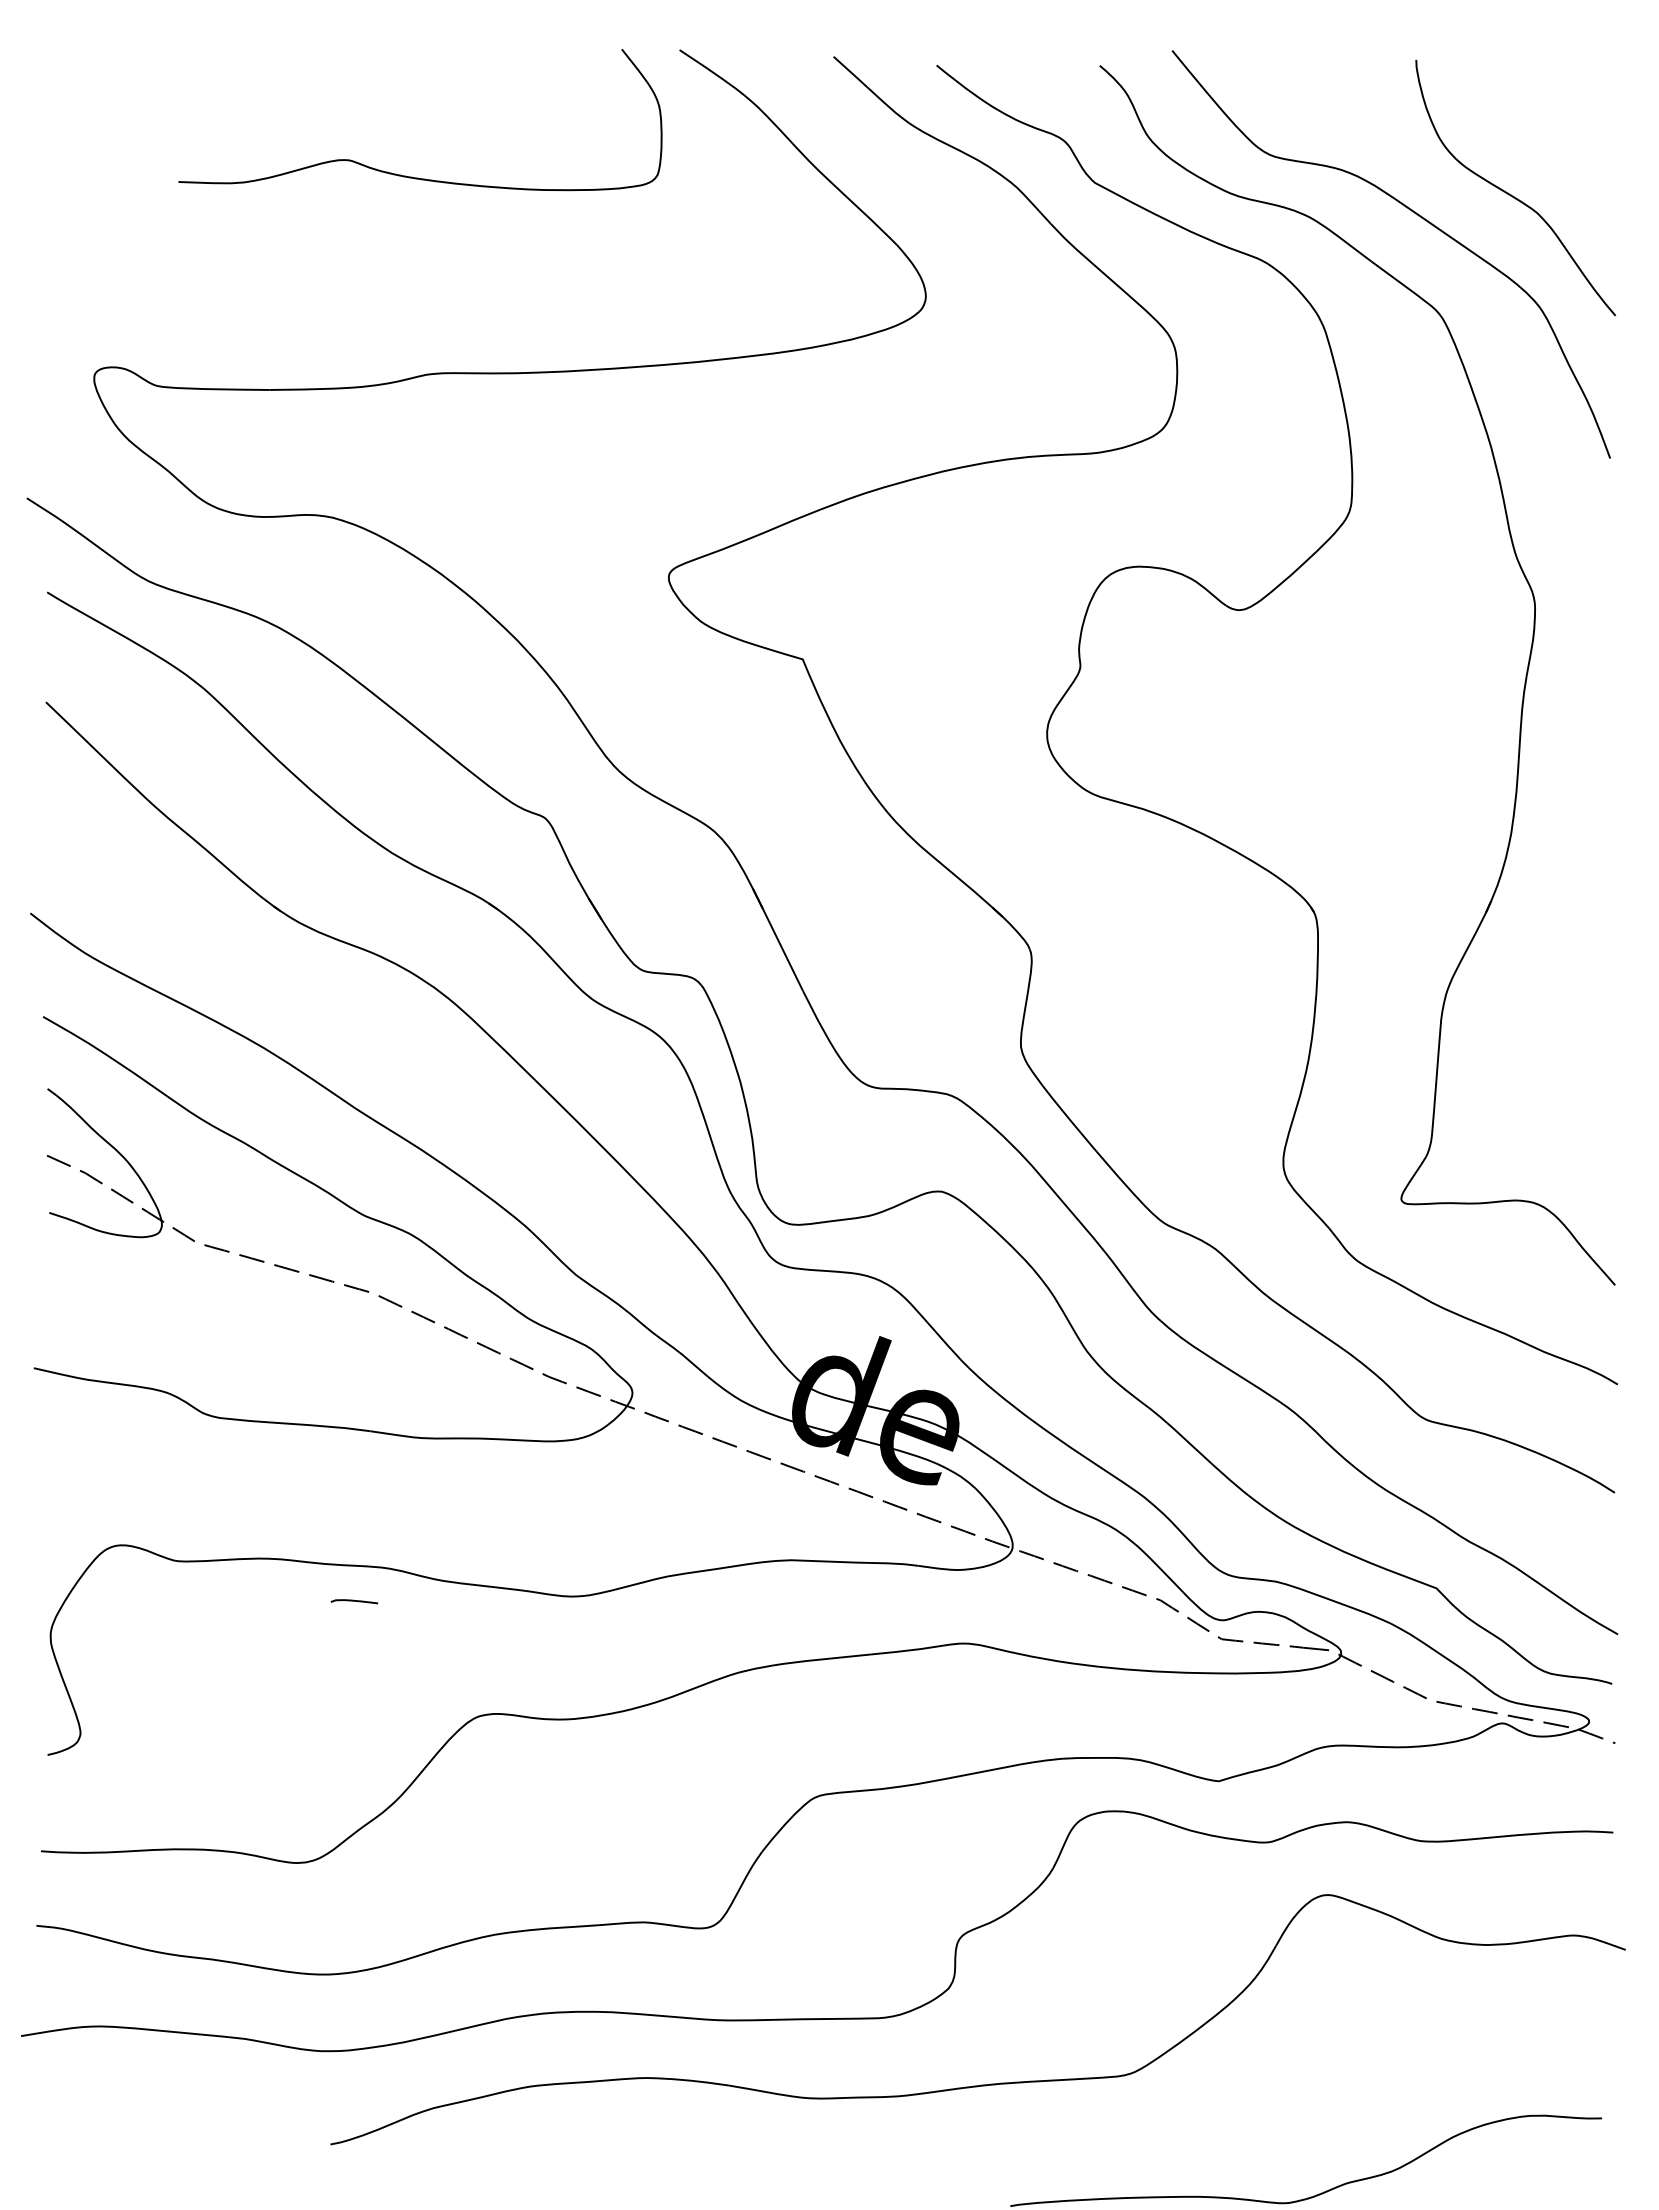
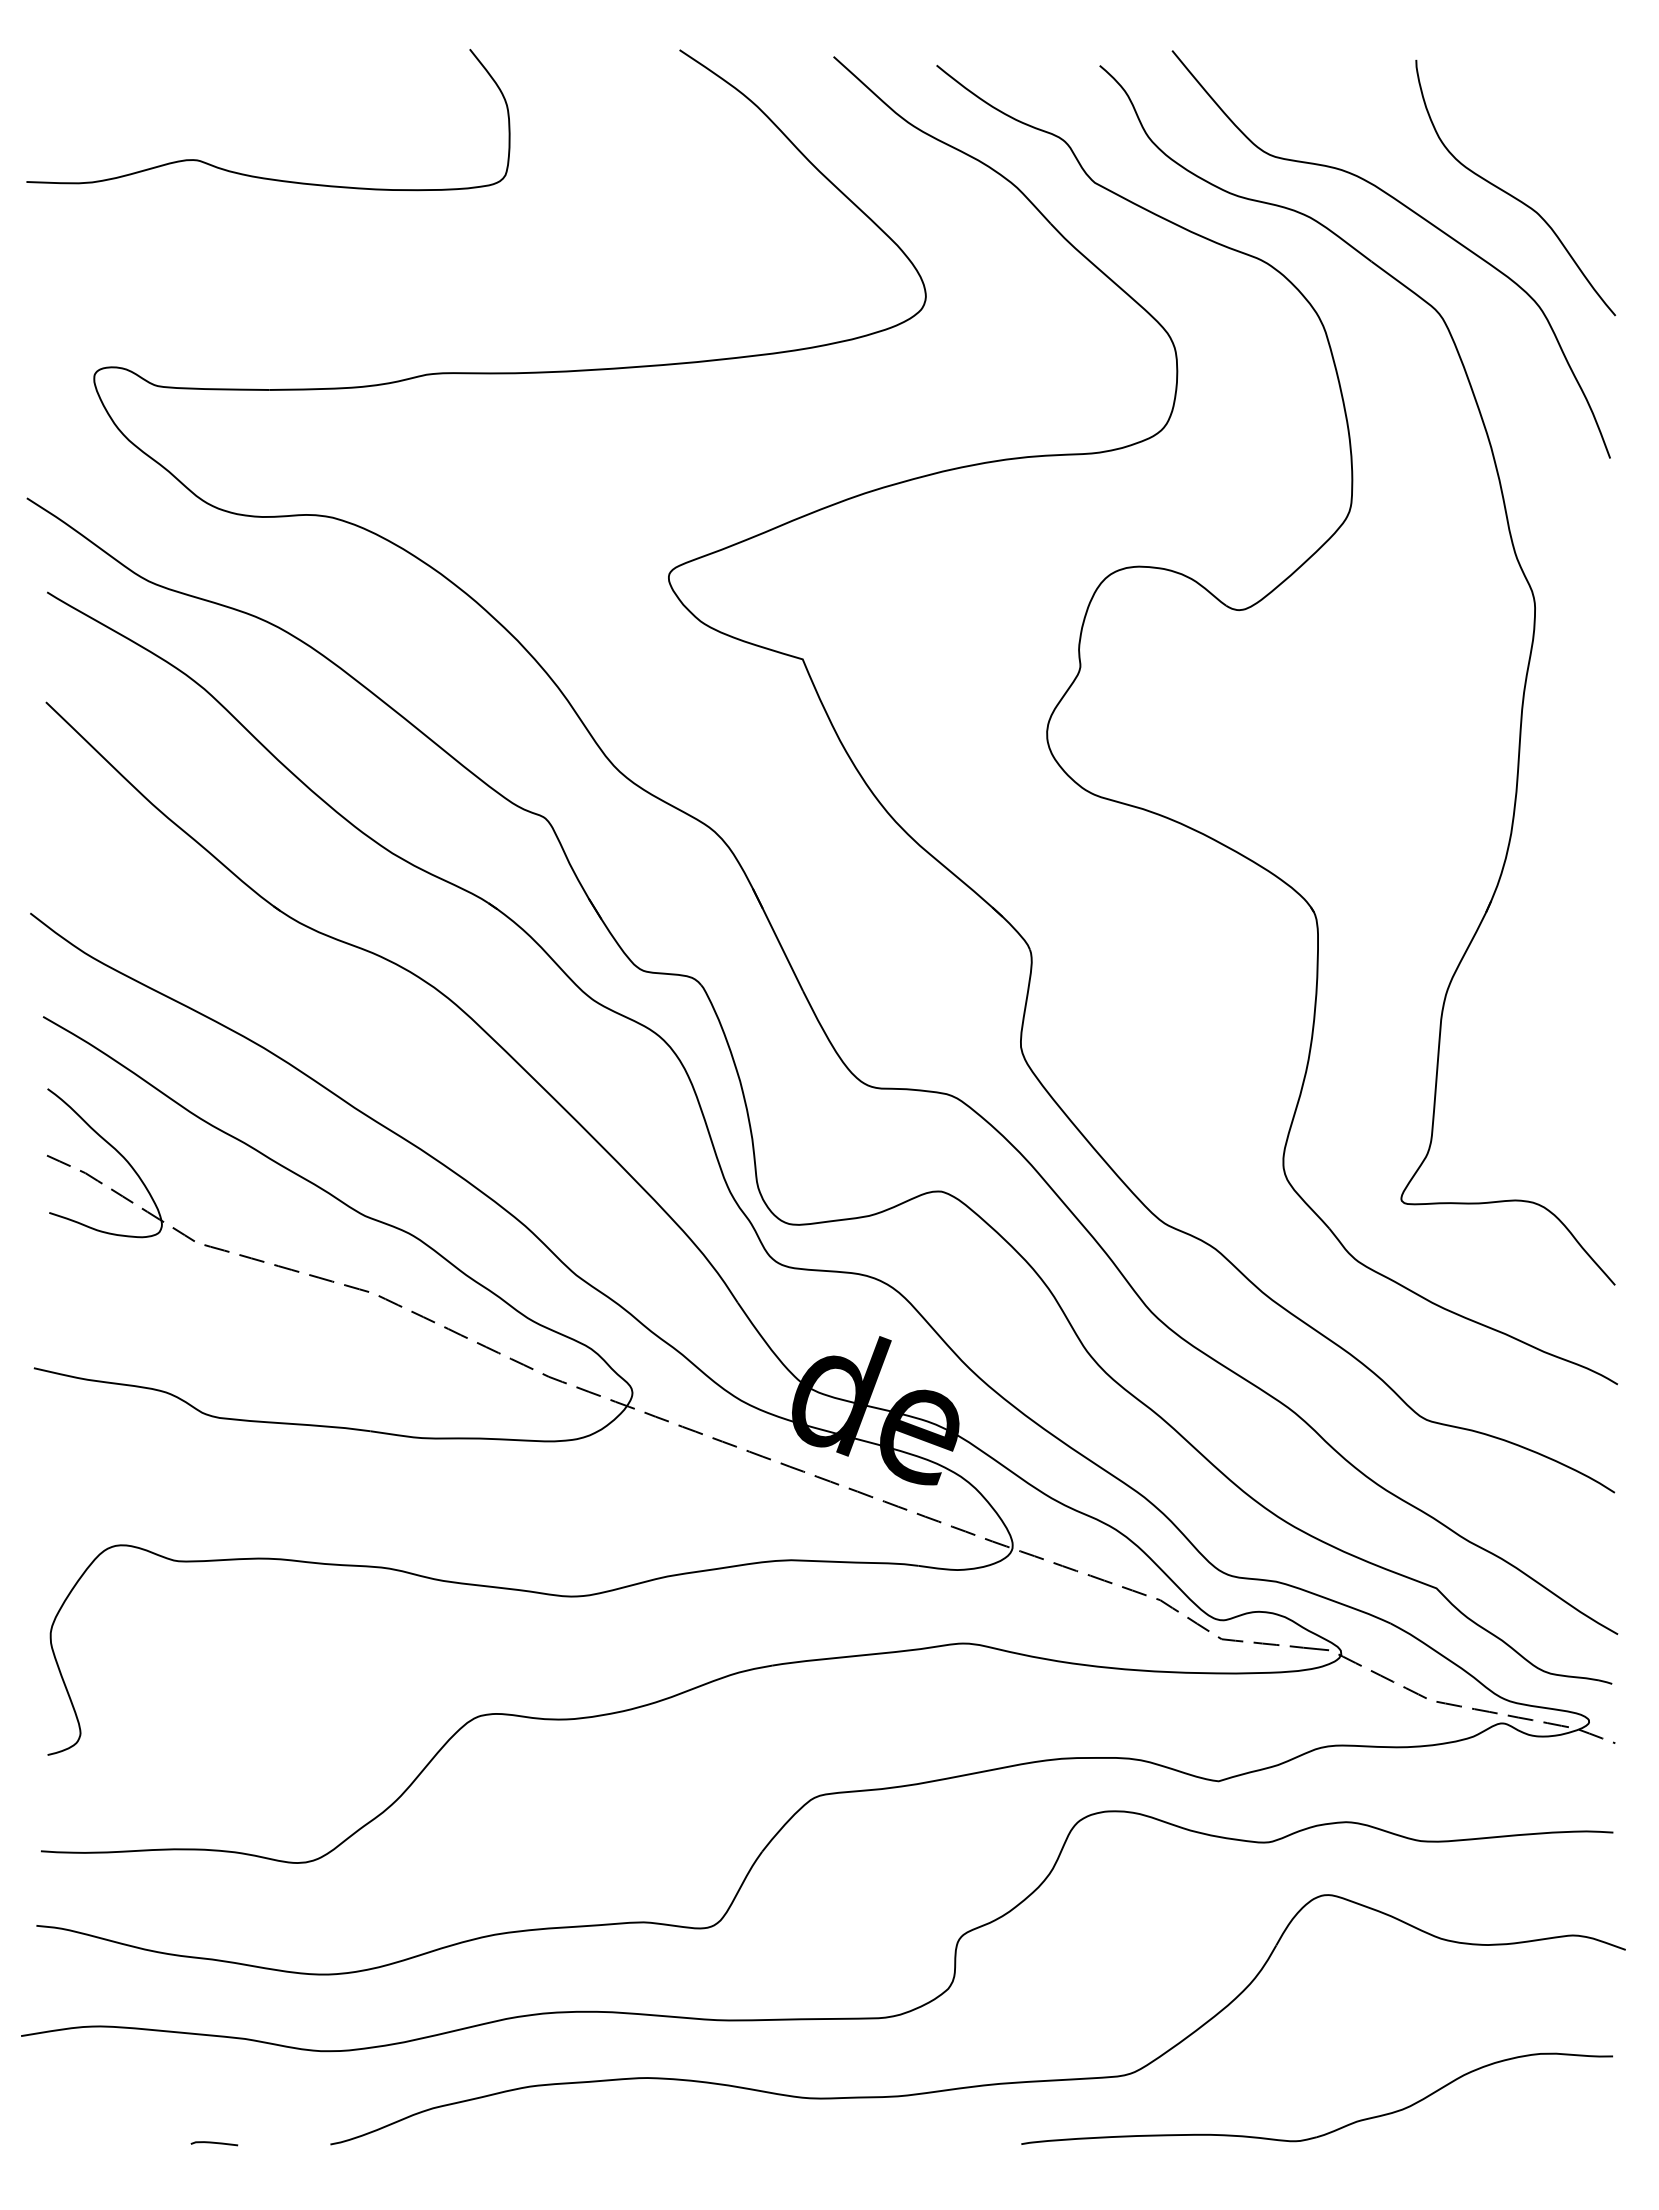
curve at (412, 176) position: (412, 176) -> (260, 176)
curve at (354, 1601) position: (354, 1601) -> (214, 2143)
part at (1318, 2193) position: (1318, 2193) -> (1329, 2131)
